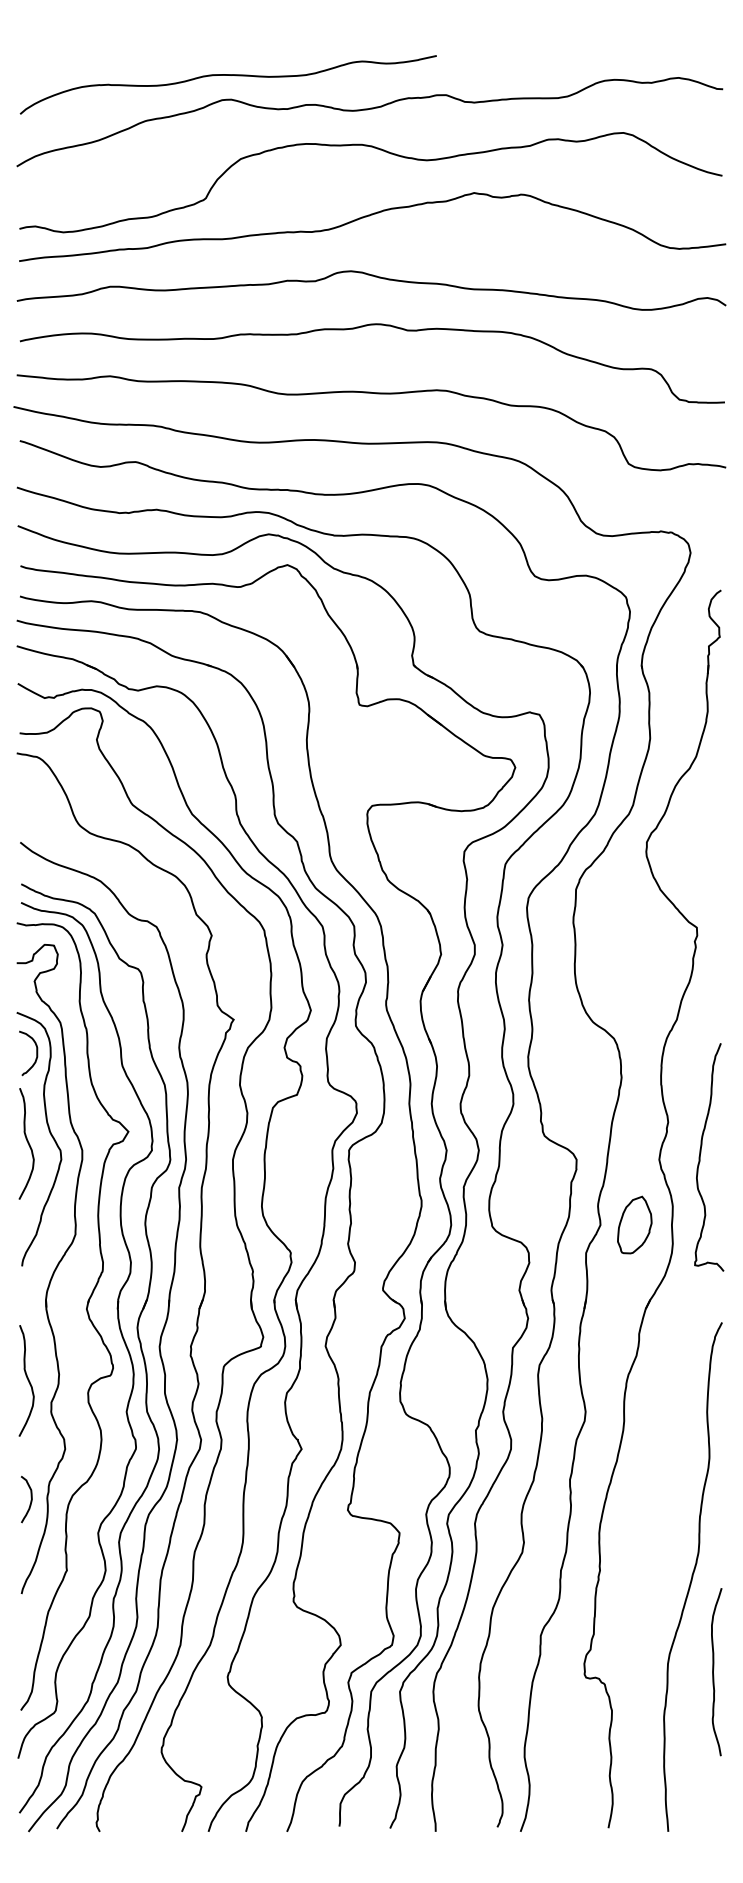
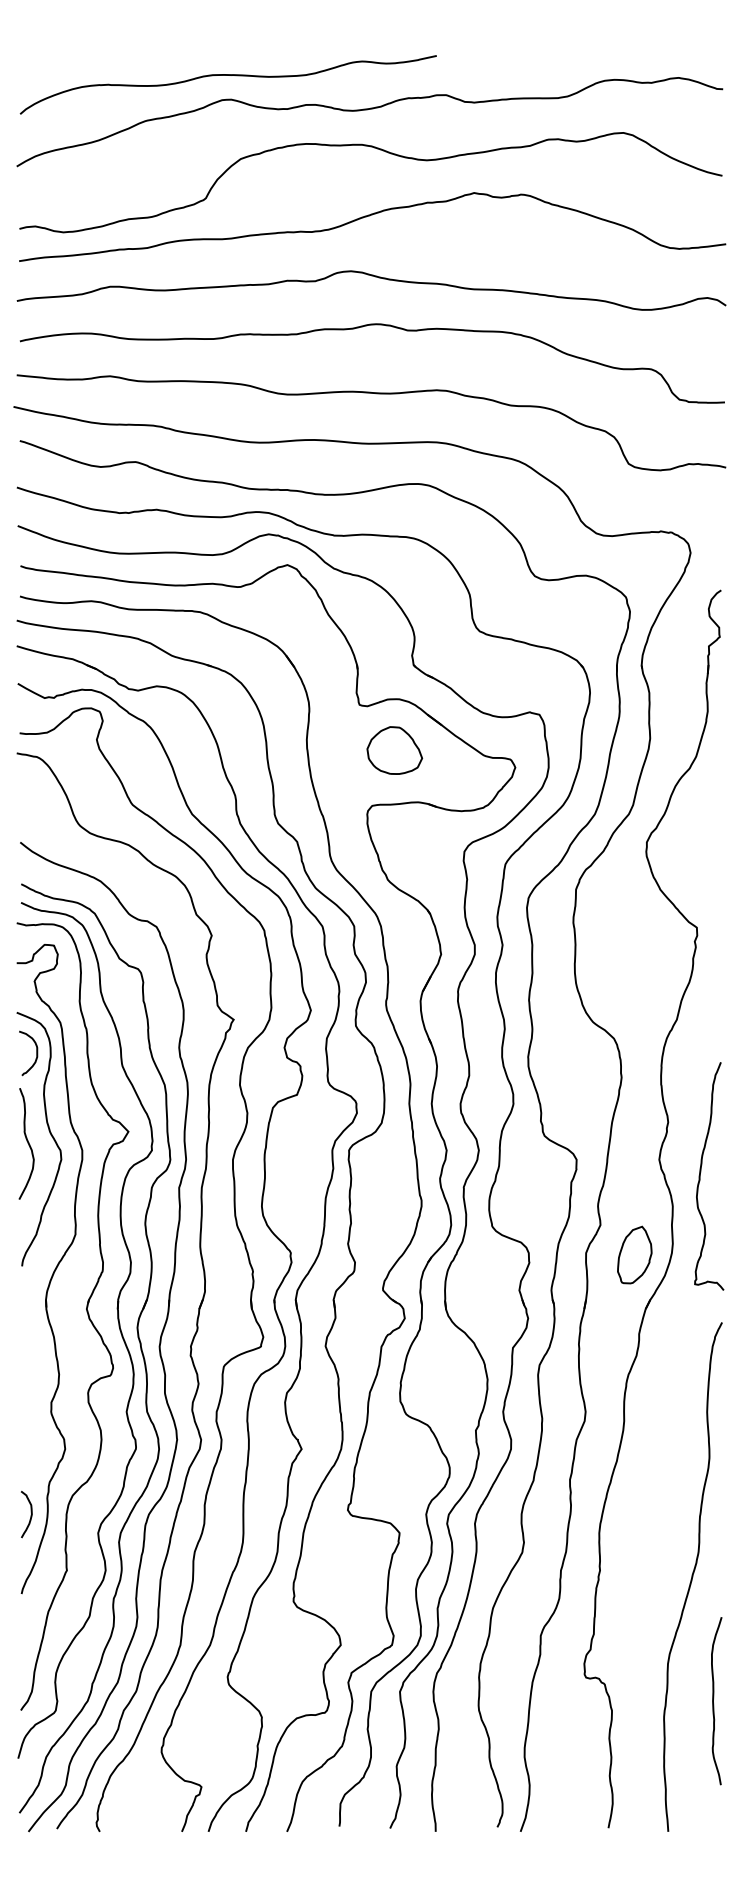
part at (394, 750): none -> present
curve at (701, 1153) position: (701, 1153) -> (701, 1172)
part at (634, 1224) position: (634, 1224) -> (634, 1254)
curve at (27, 1380): present -> none
curve at (30, 1500) position: (30, 1500) -> (30, 1515)
curve at (713, 1672) position: (713, 1672) -> (713, 1701)
